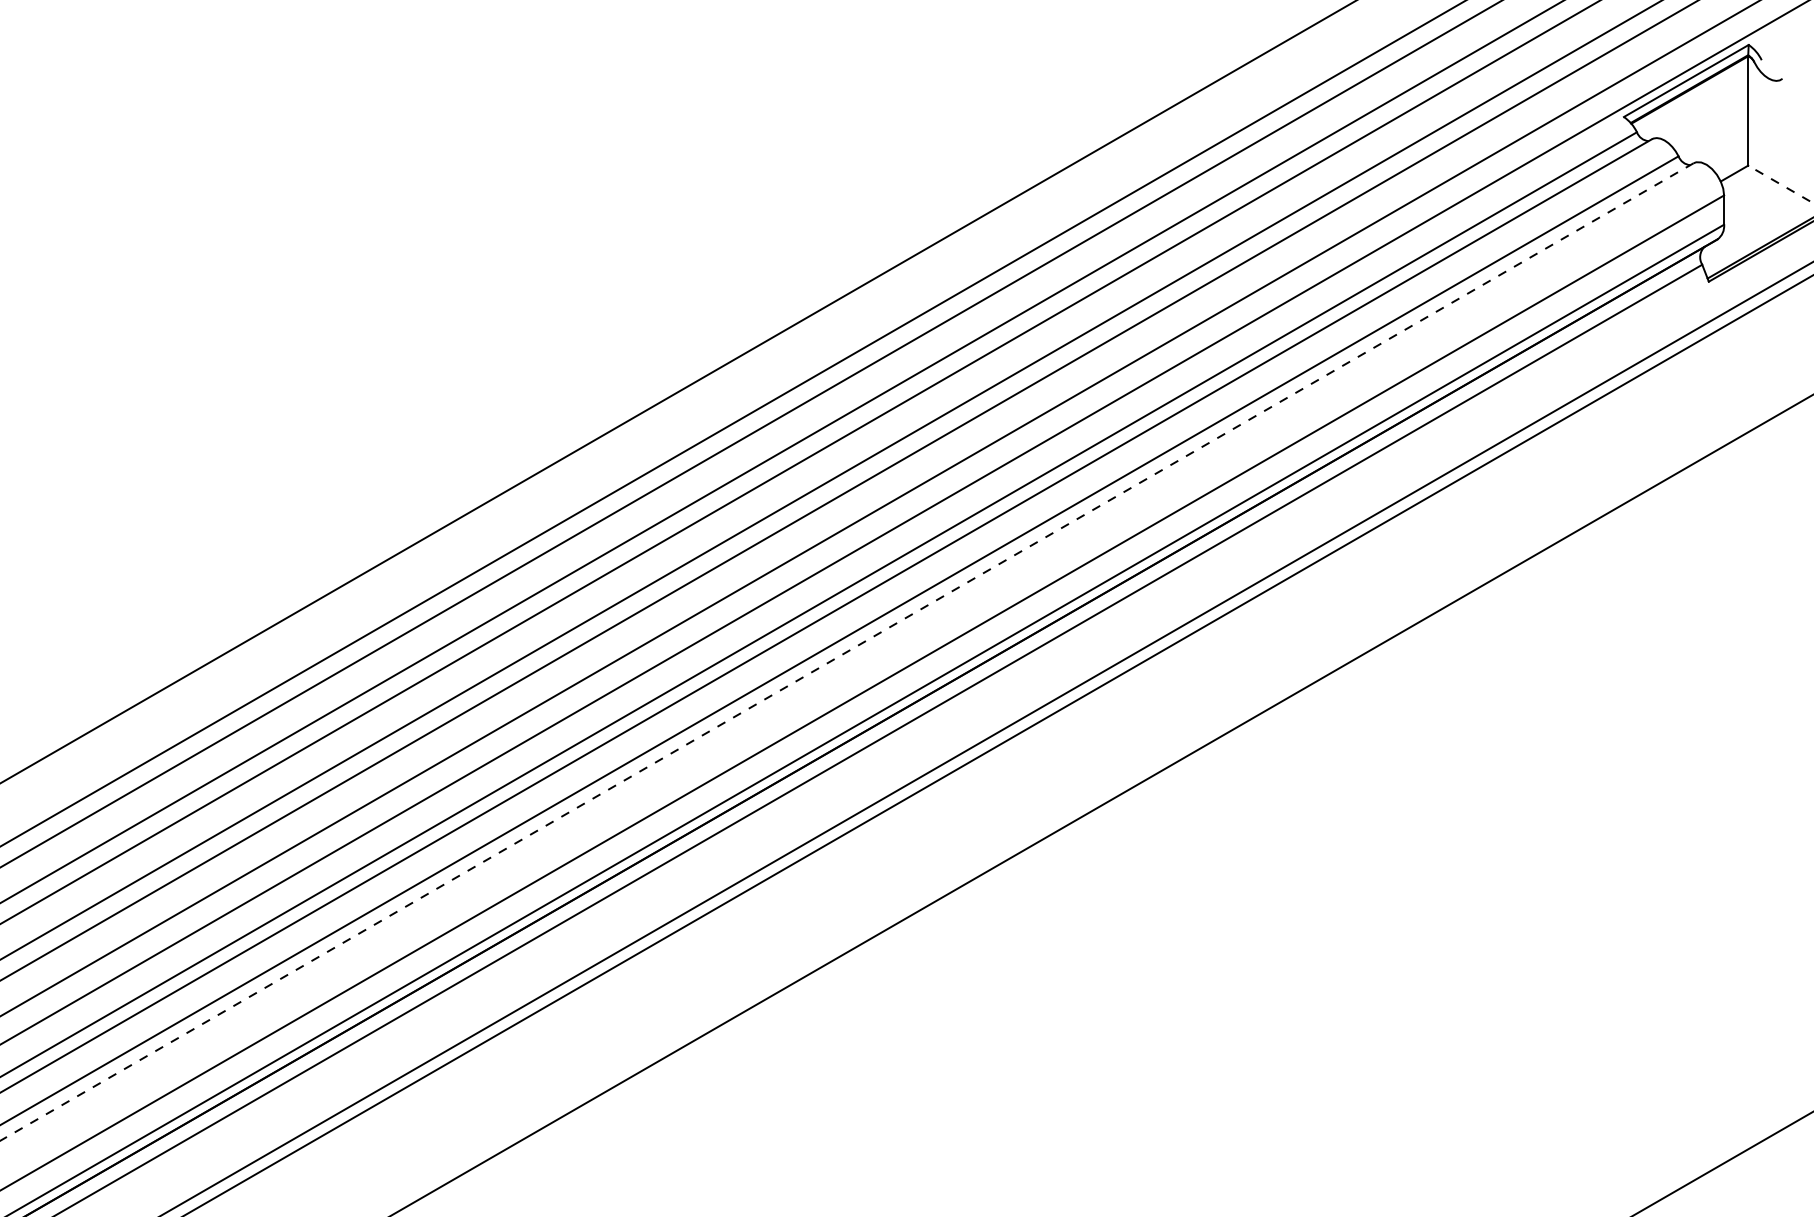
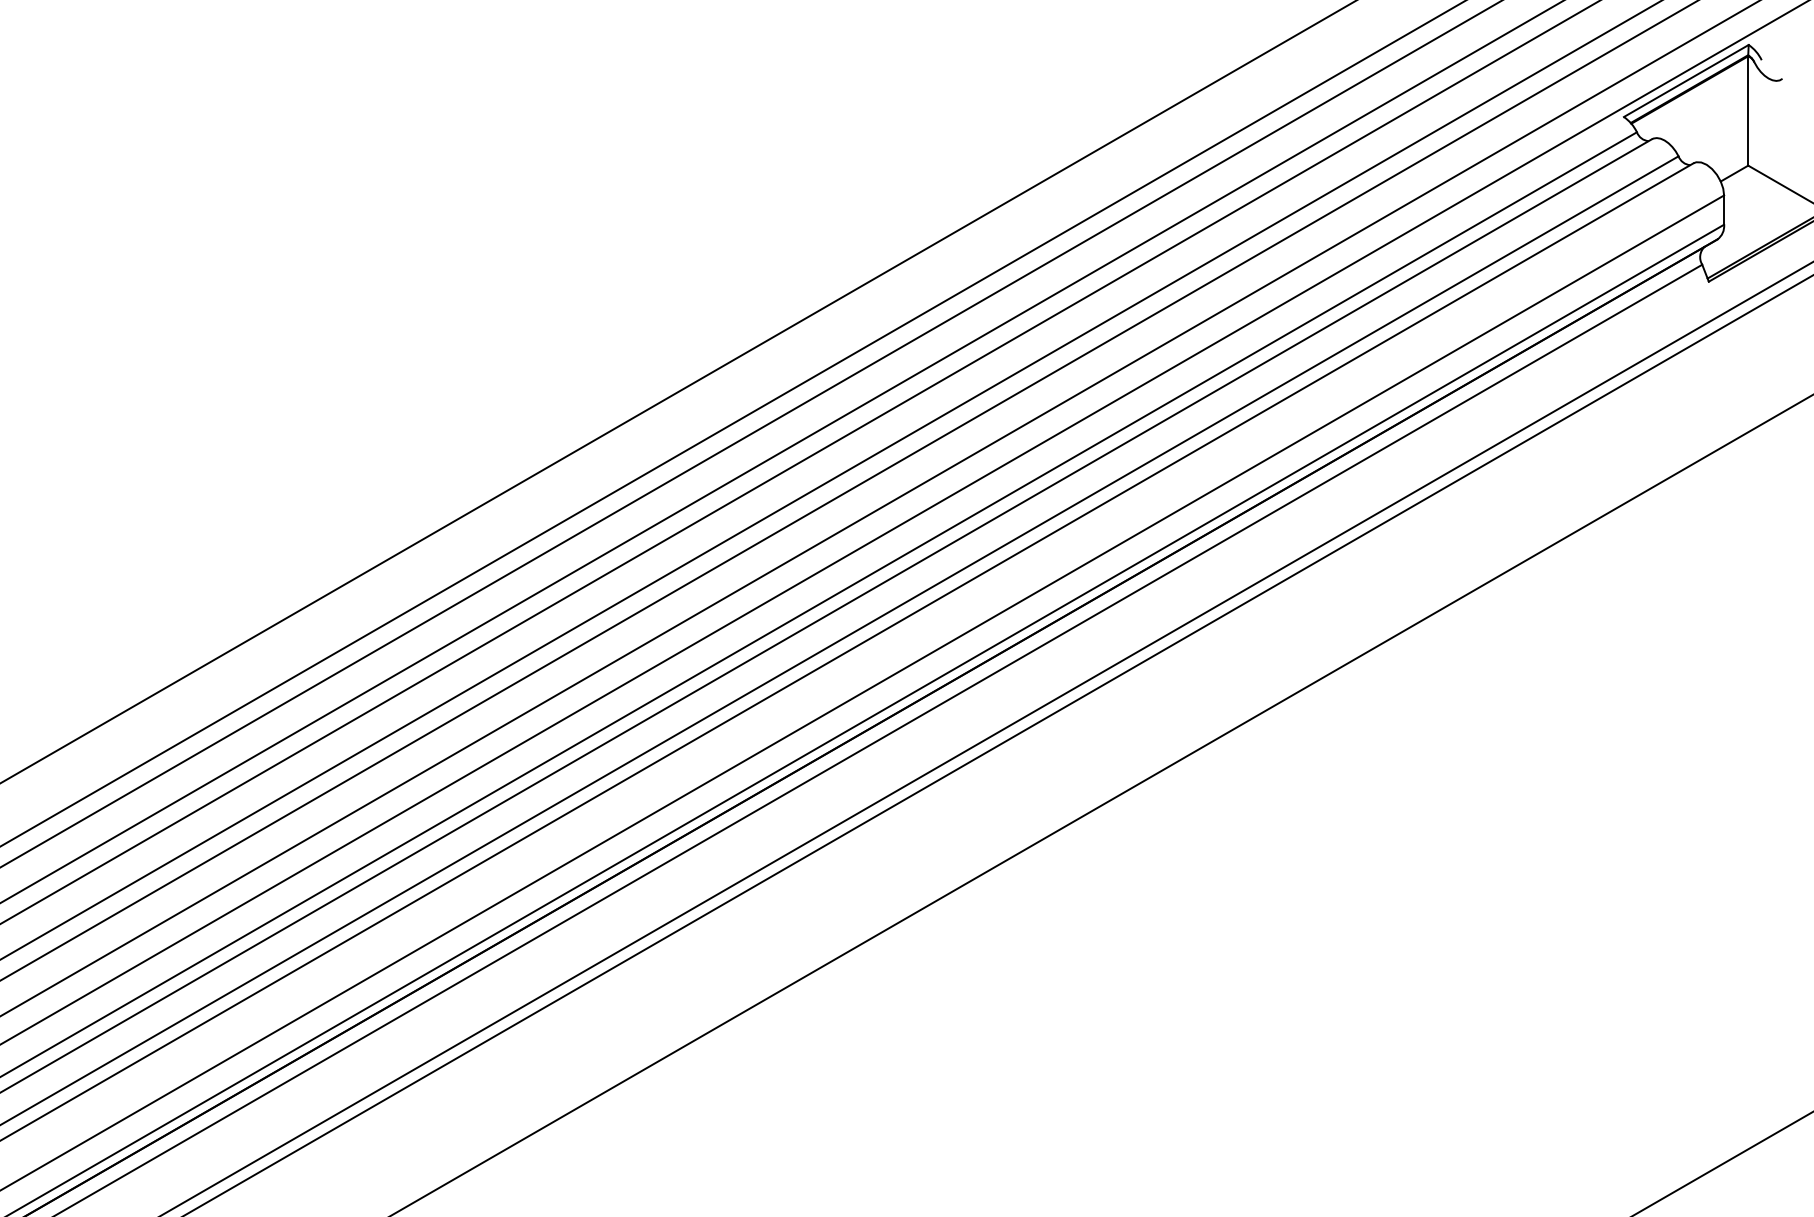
line at (1780, 184): dashed -> solid
line at (846, 652): dashed -> solid
